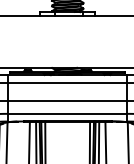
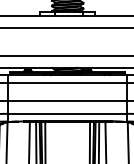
line at (66, 28): none -> present
line at (66, 55): none -> present
